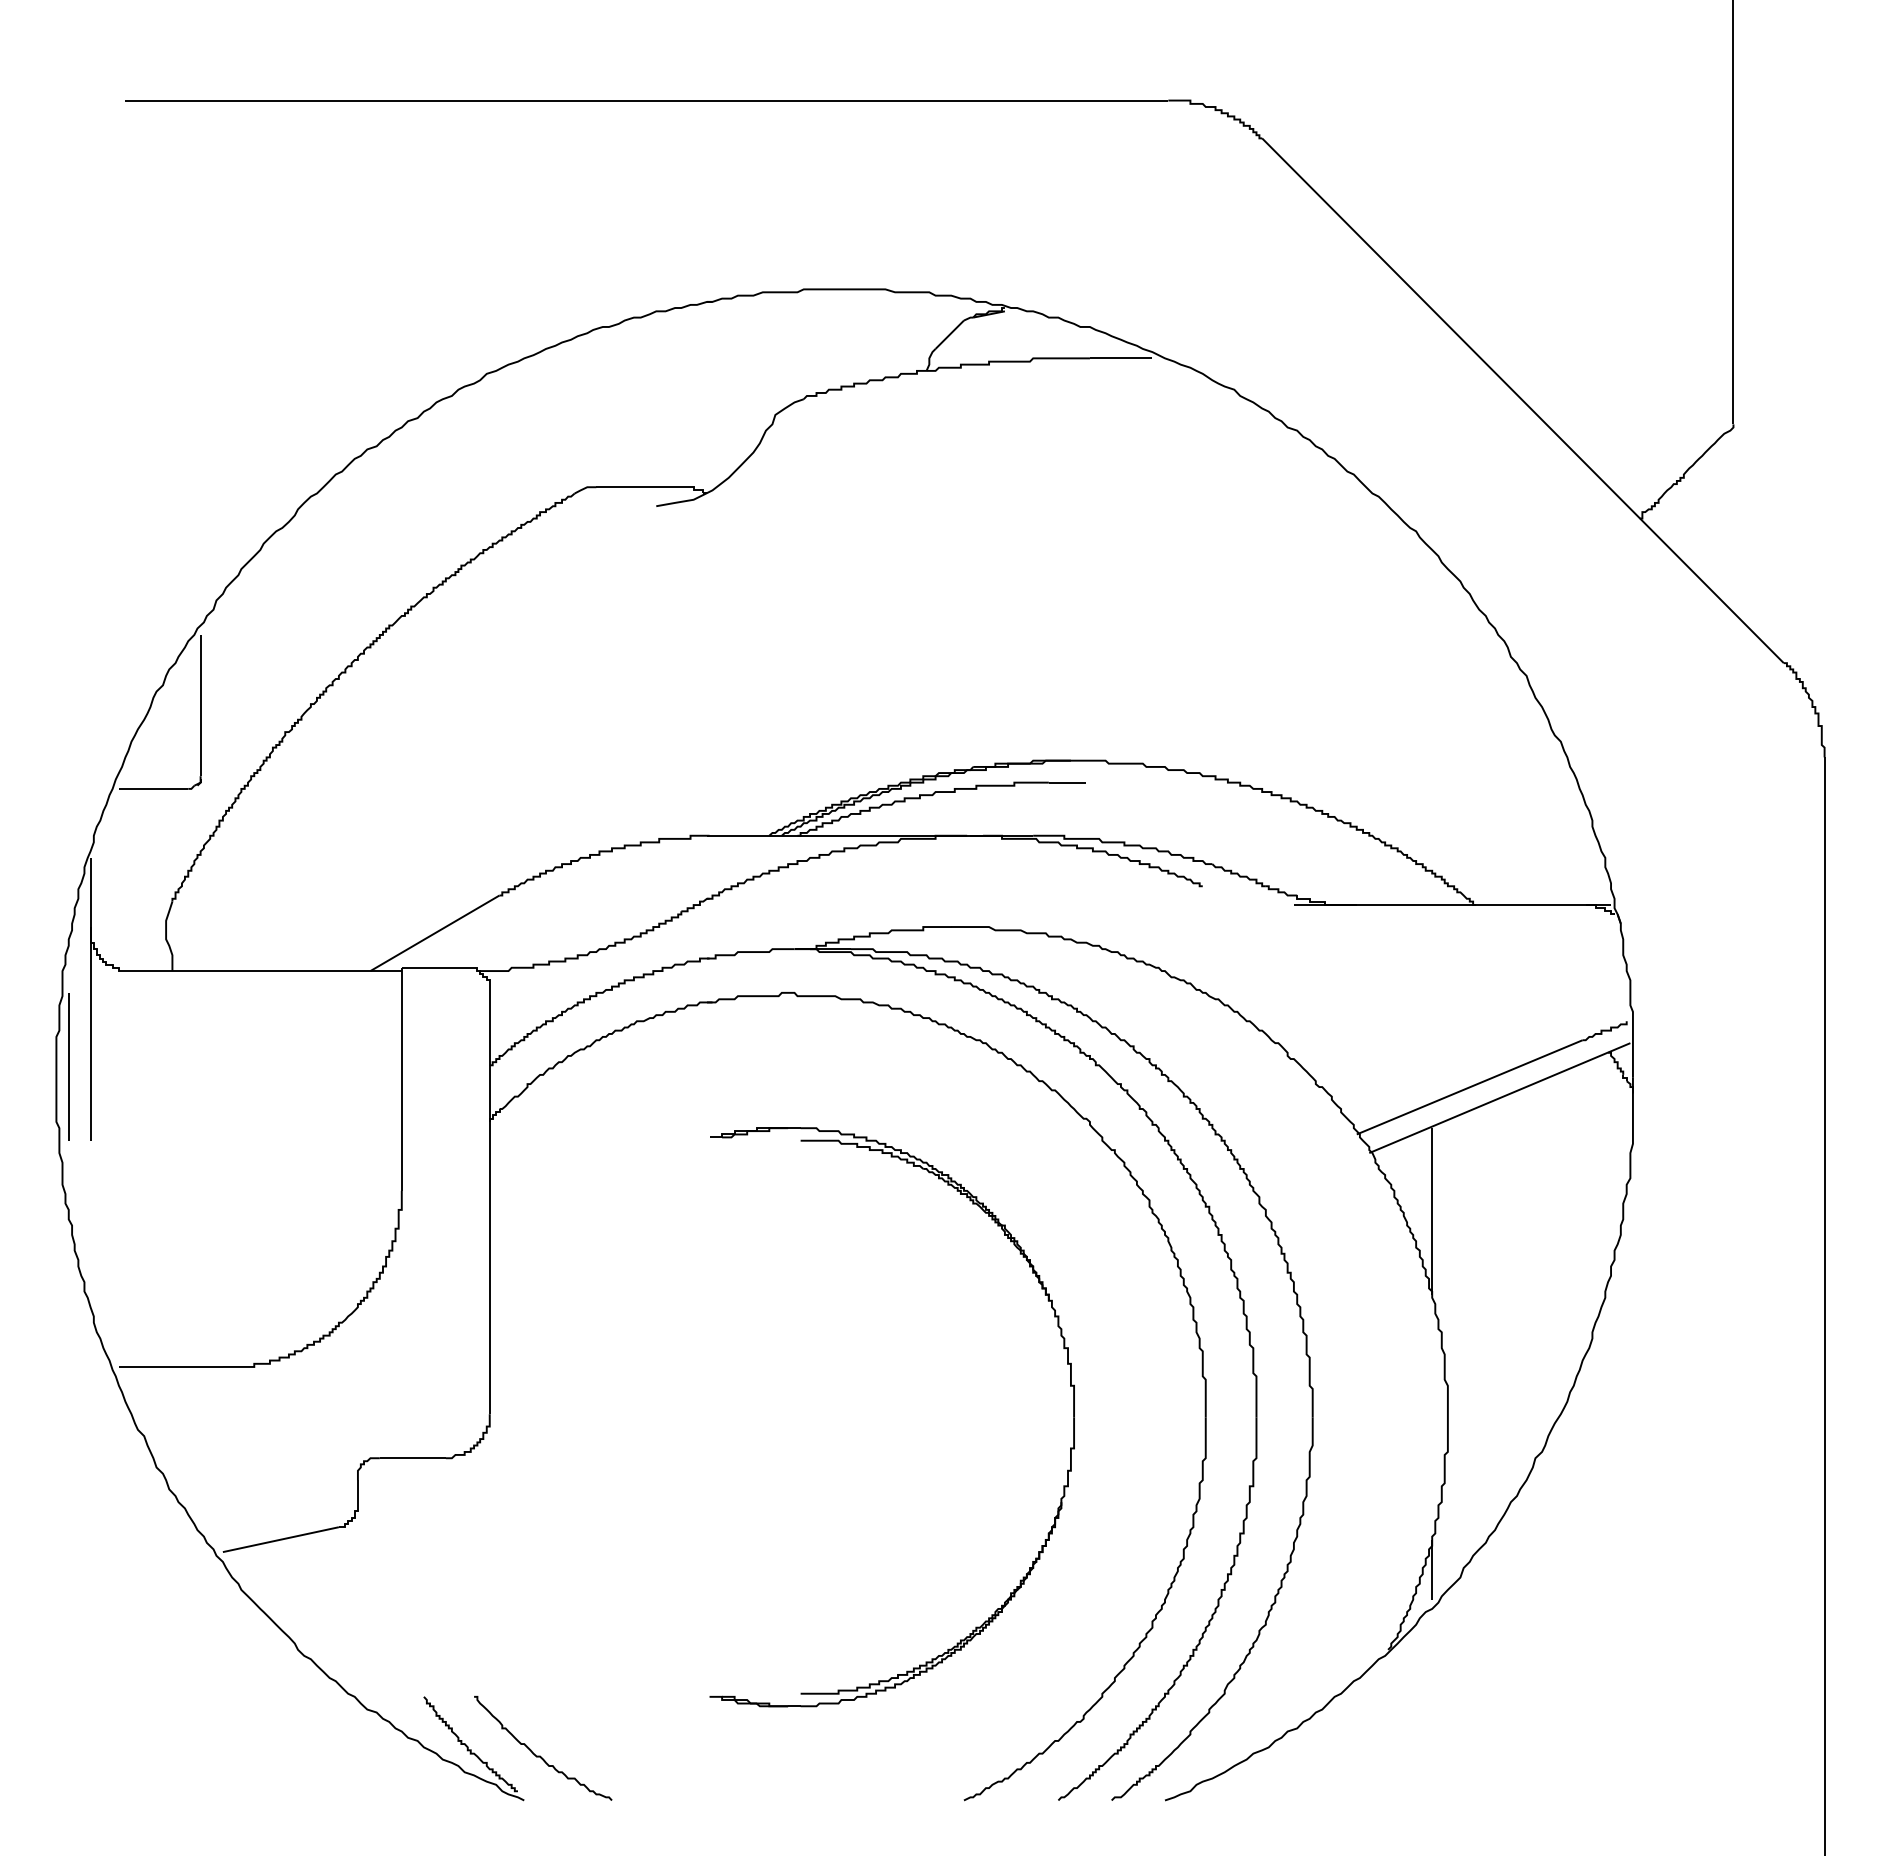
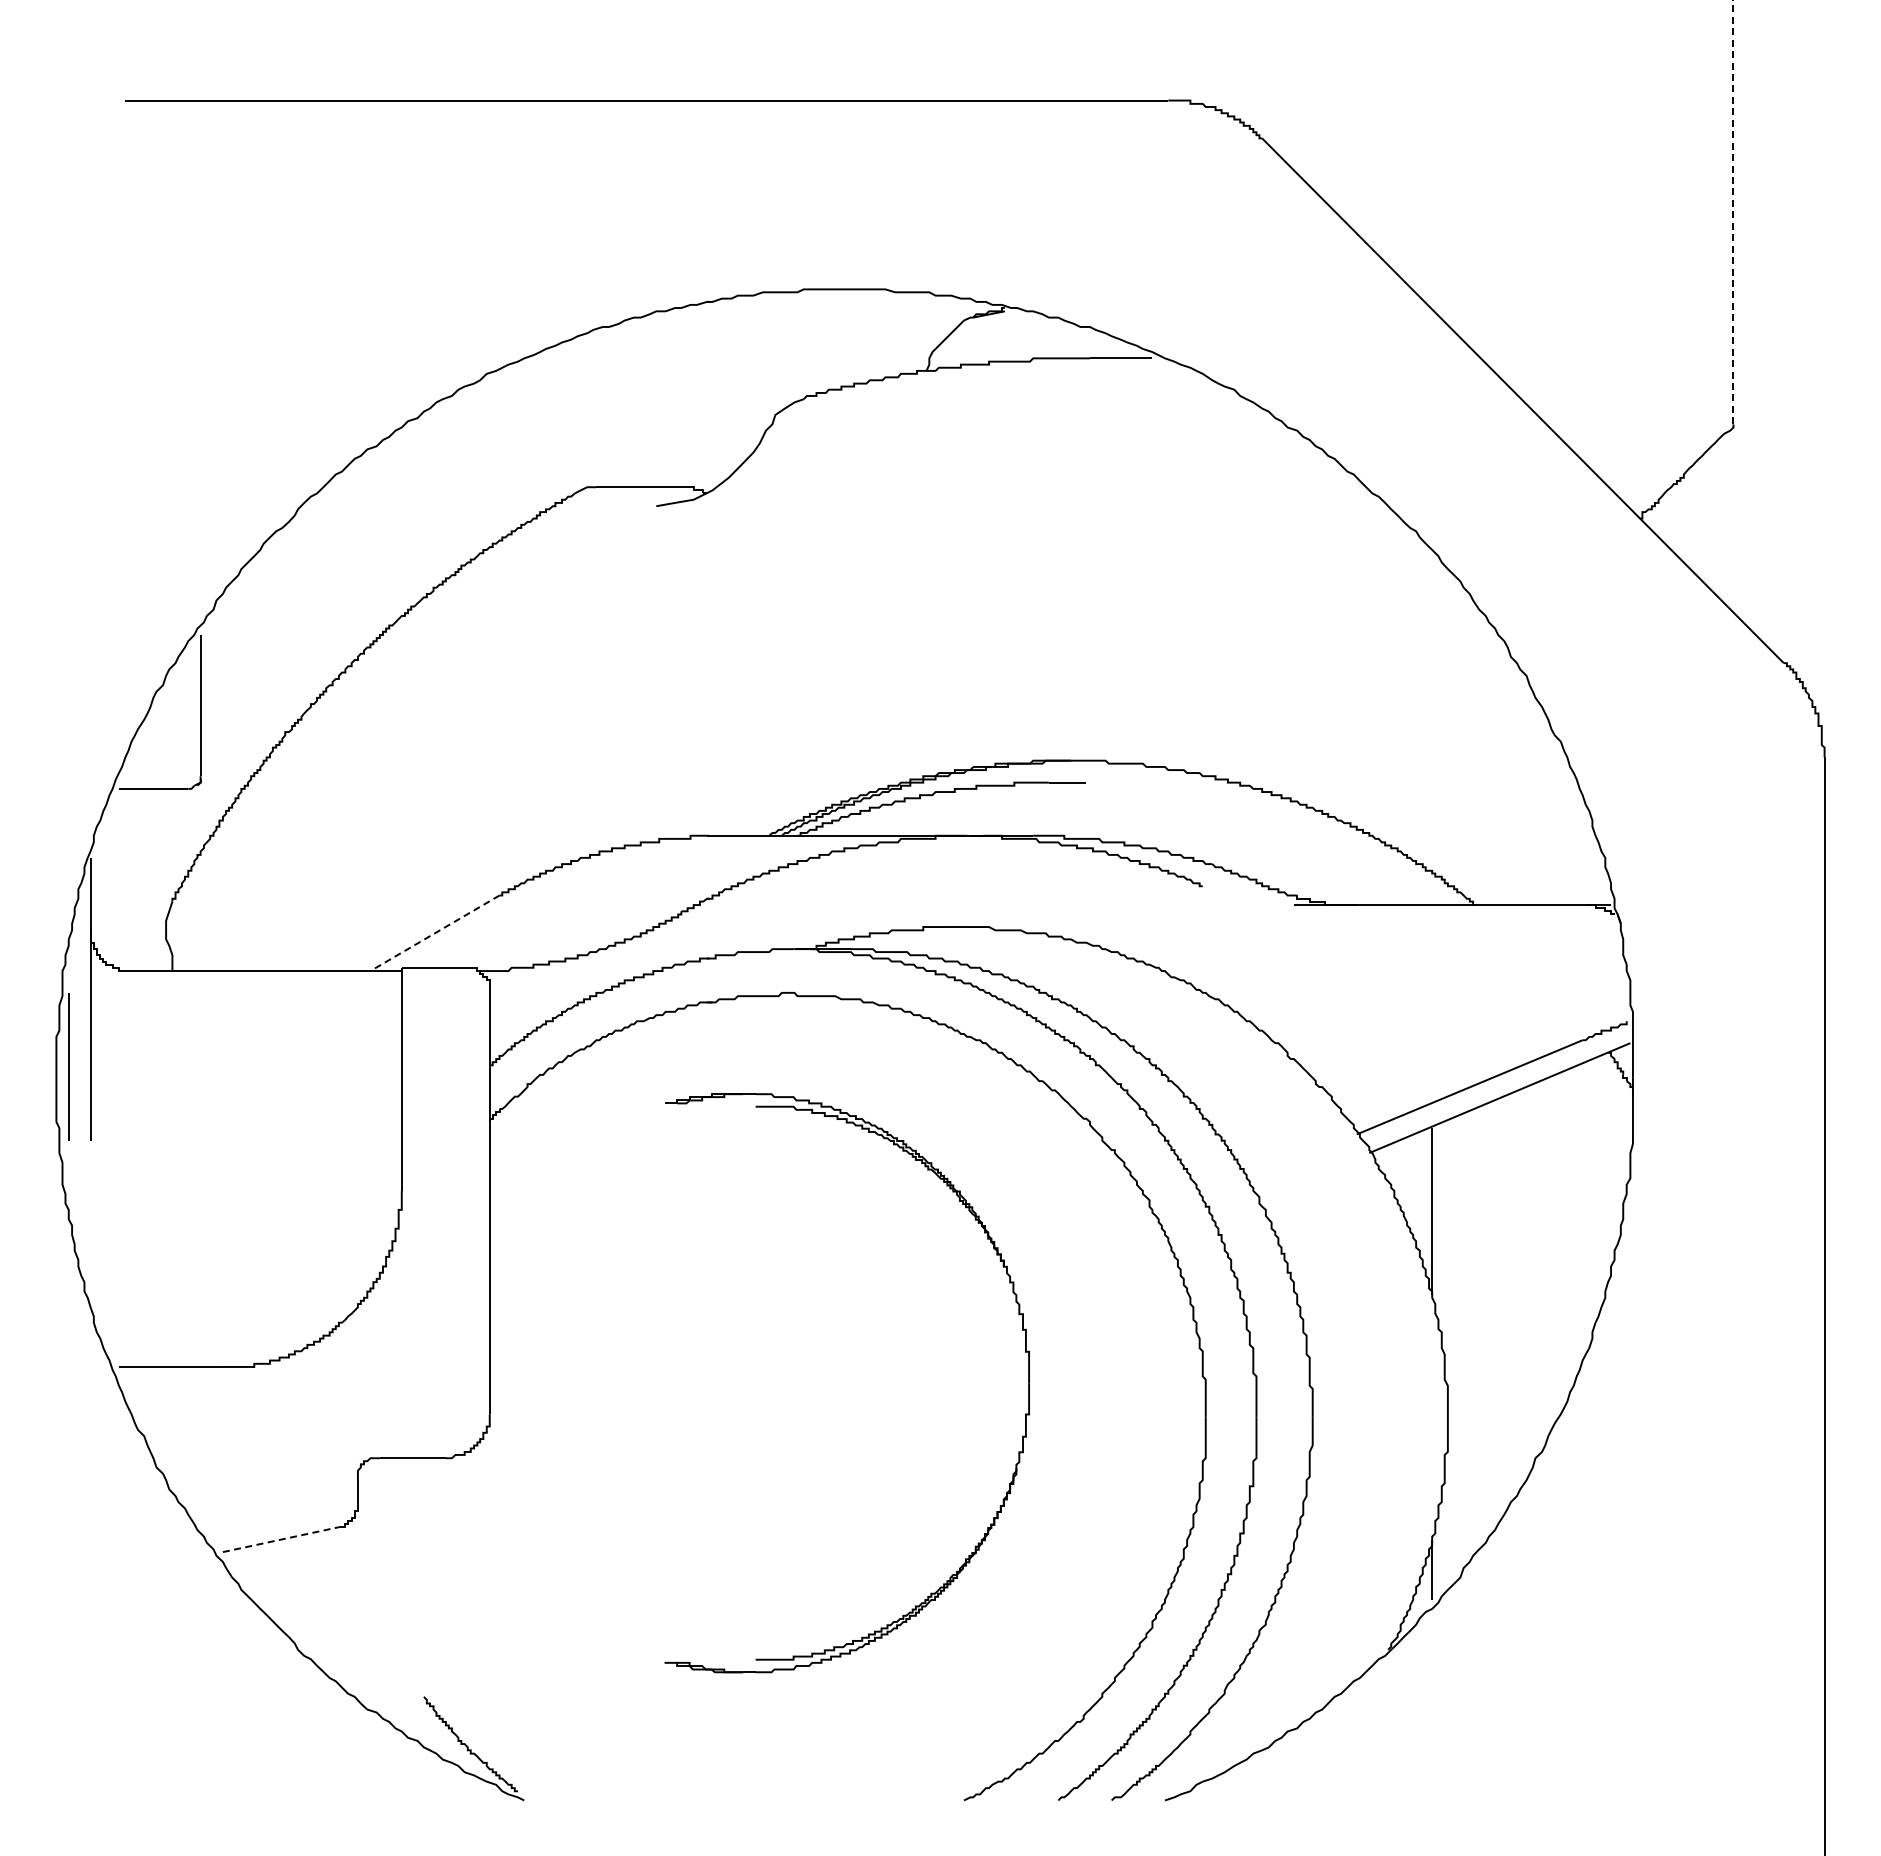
line at (1733, 212): solid -> dashed
line at (434, 933): solid -> dashed
part at (1070, 1447) position: (1070, 1447) -> (1025, 1413)
line at (281, 1539): solid -> dashed
curve at (540, 1755): present -> none
